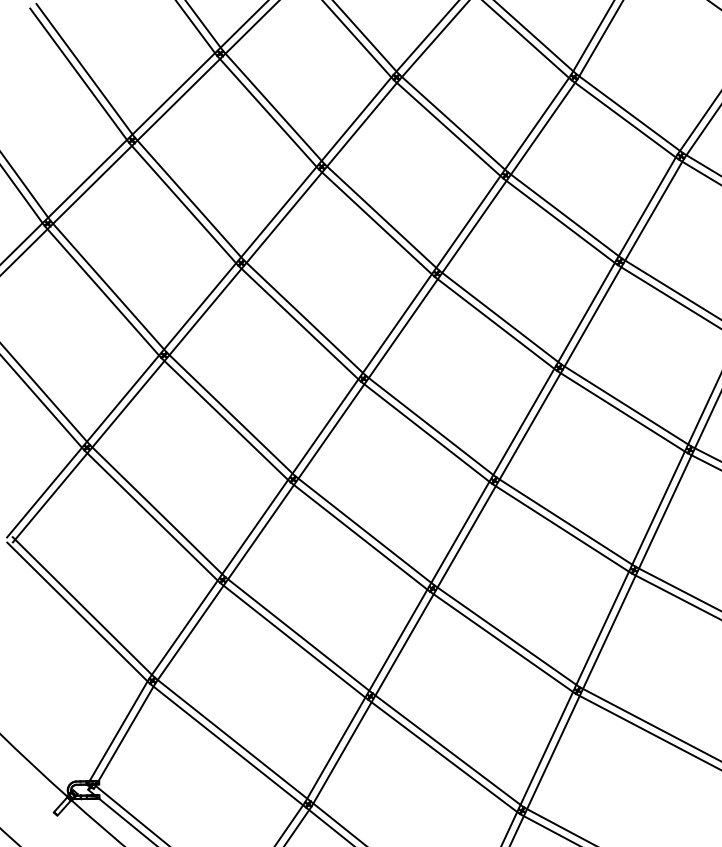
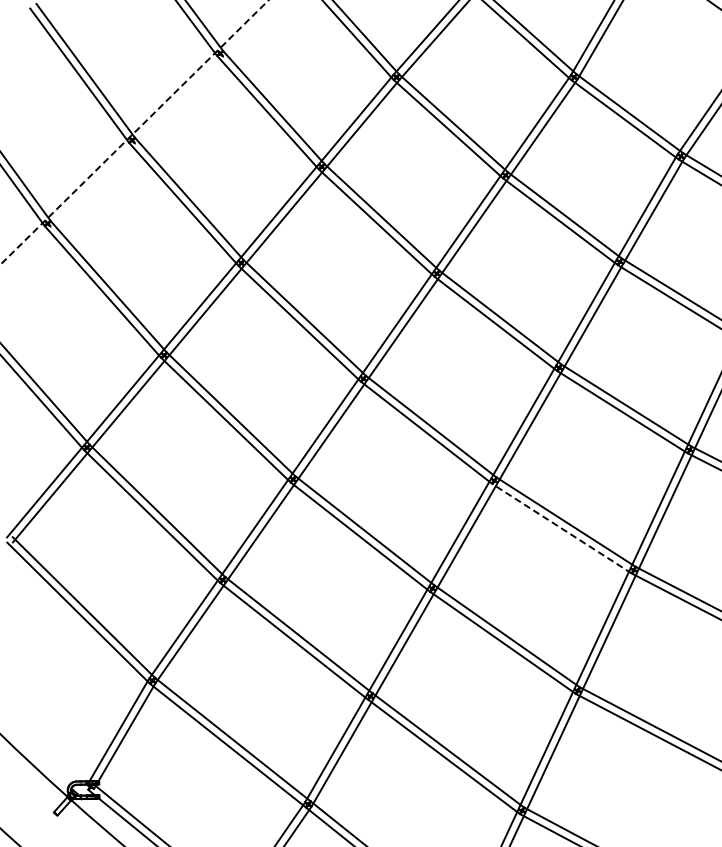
line at (134, 132): solid -> dashed
line at (139, 138): present -> none
line at (562, 528): solid -> dashed
